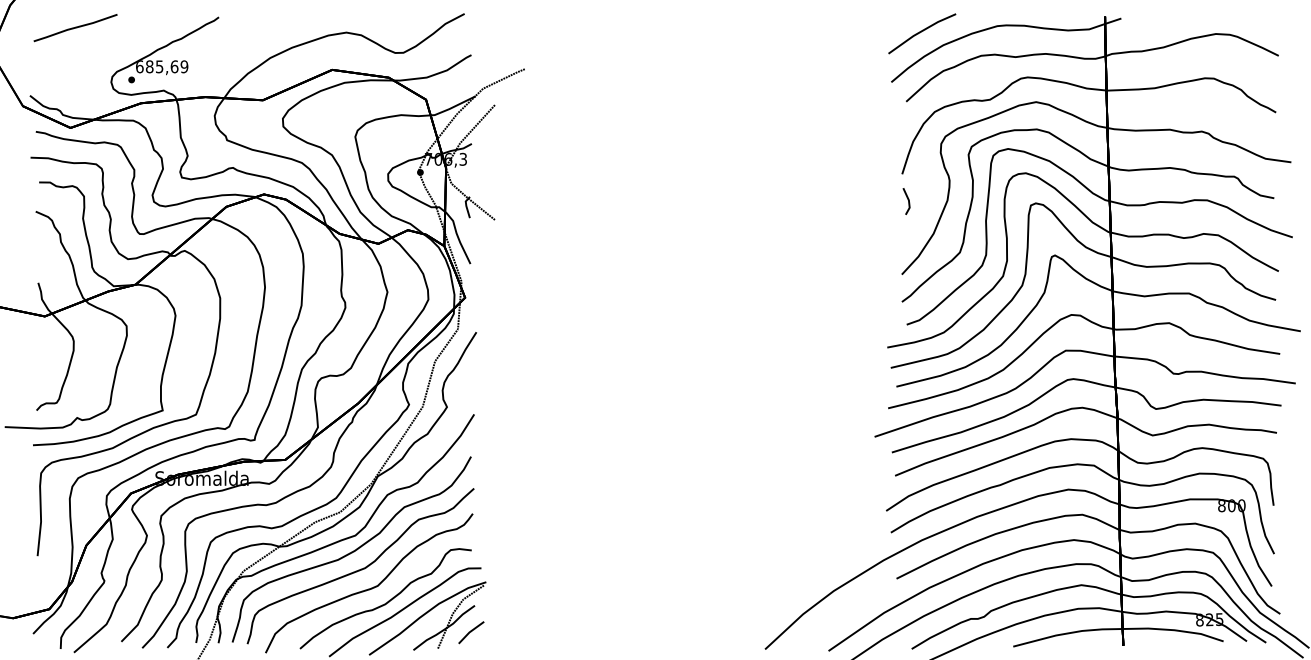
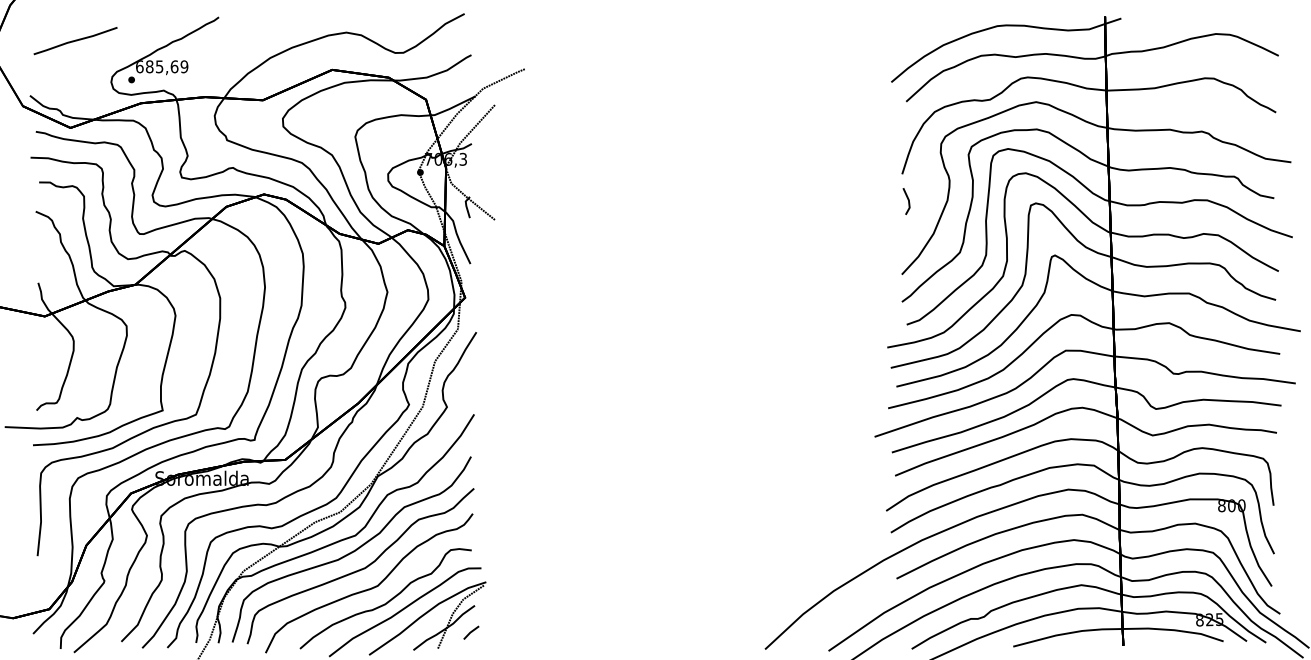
line at (75, 28) position: (75, 28) -> (75, 41)
part at (922, 33): present -> none
part at (471, 632) size: 27x24 px -> 17x15 px
